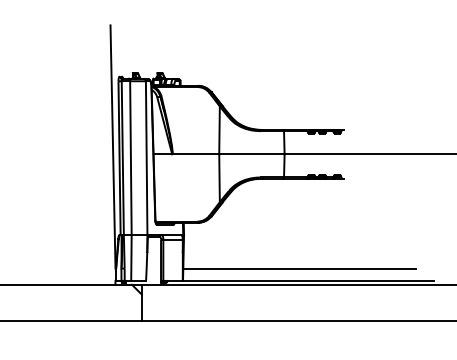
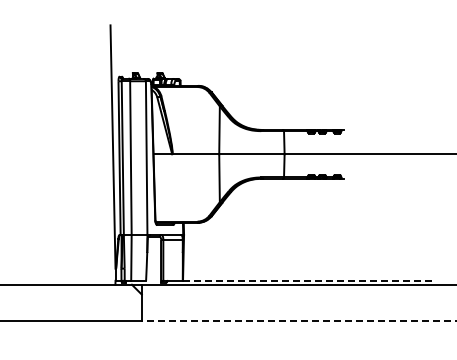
line at (299, 268): present -> none
line at (308, 280): solid -> dashed
line at (298, 321): solid -> dashed
